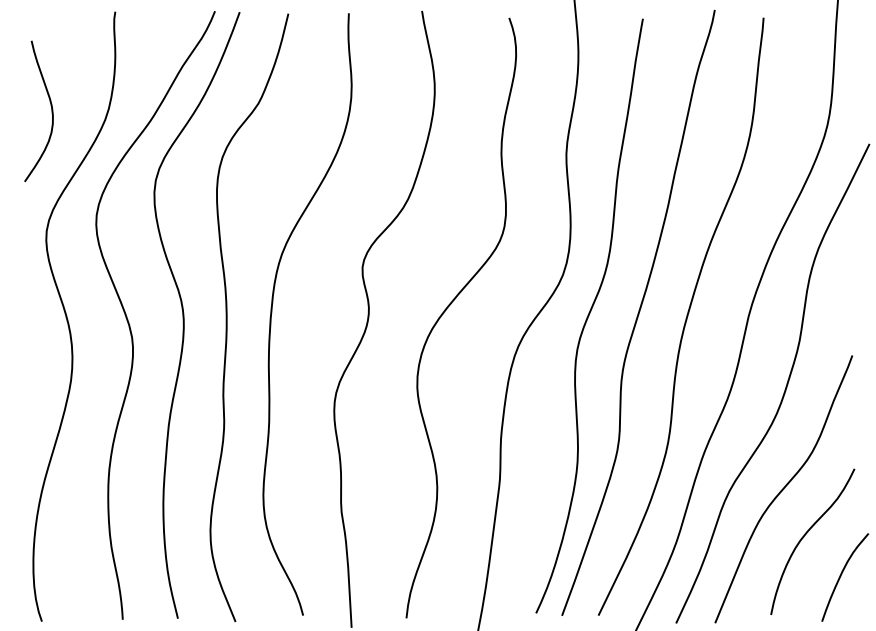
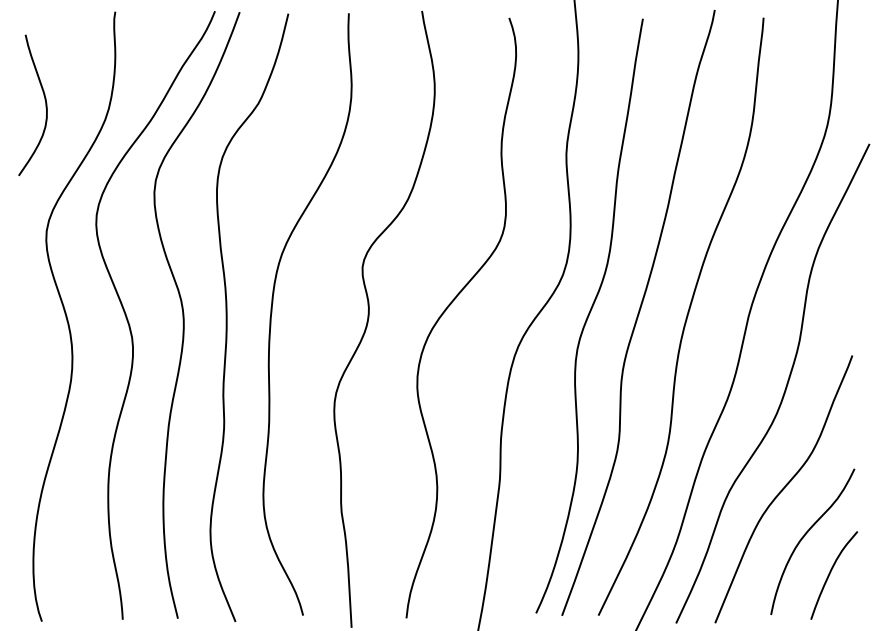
curve at (51, 111) position: (51, 111) -> (45, 105)
curve at (841, 576) position: (841, 576) -> (830, 574)
